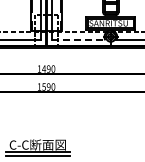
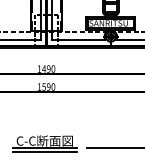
line at (78, 40): dashed -> solid
part at (37, 147) position: (37, 147) -> (44, 143)
line at (113, 148): none -> present
